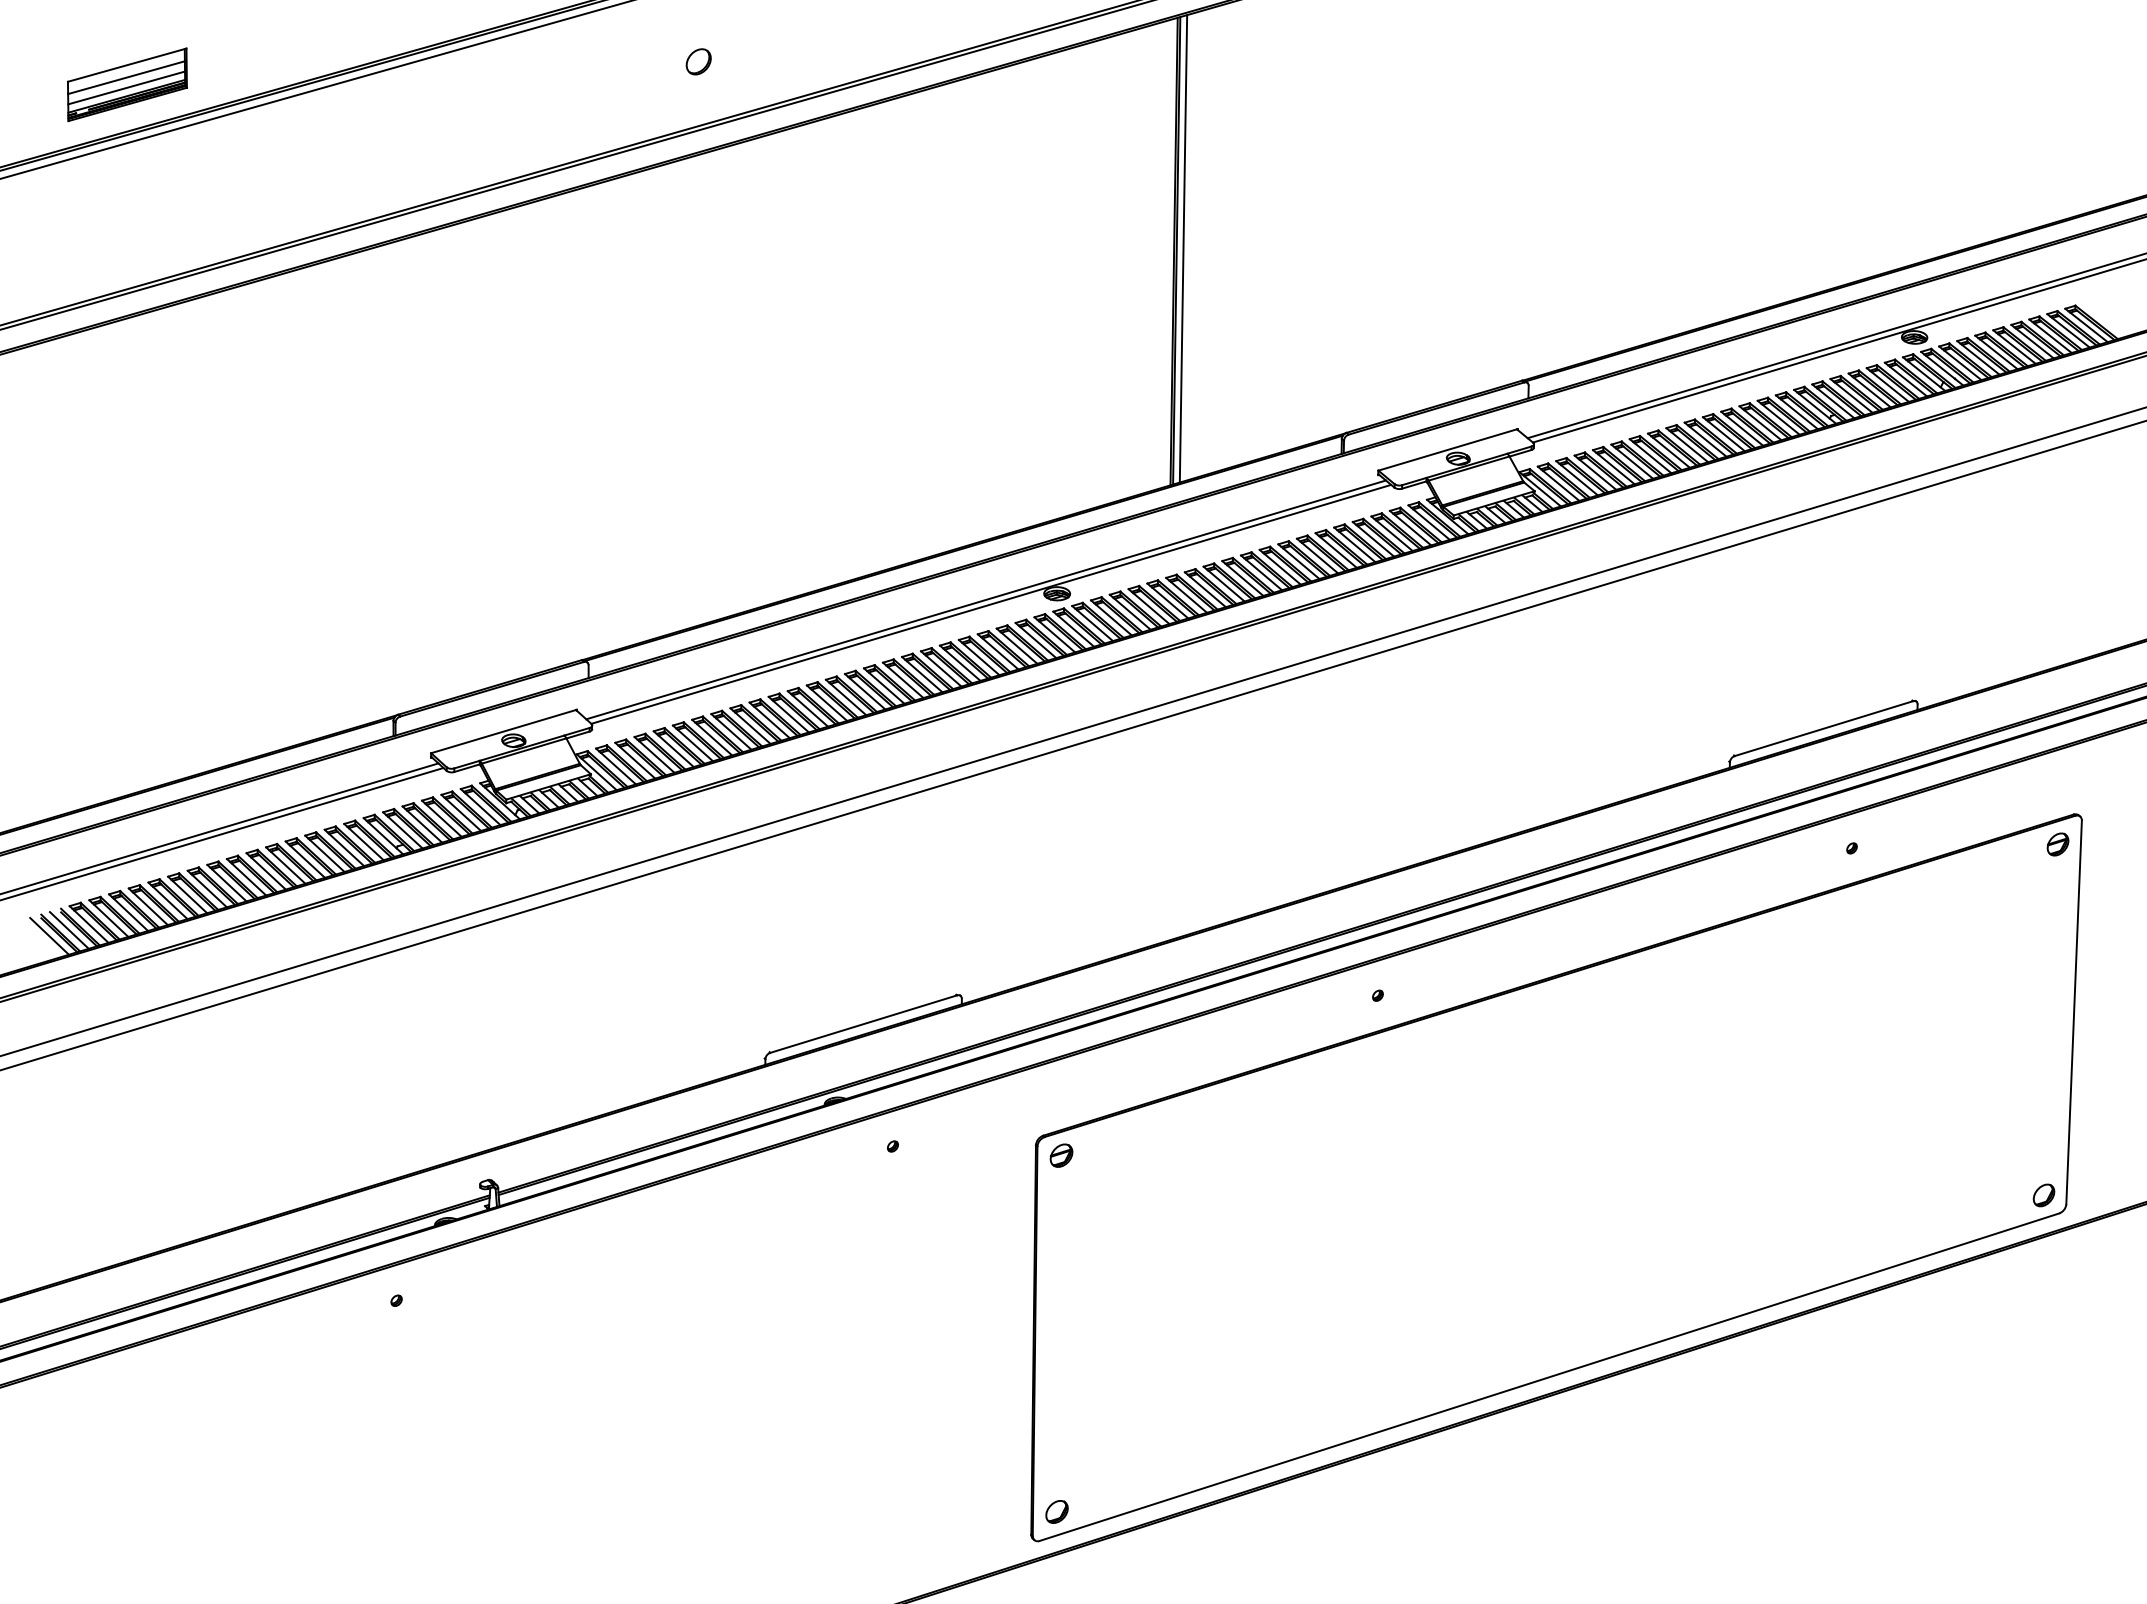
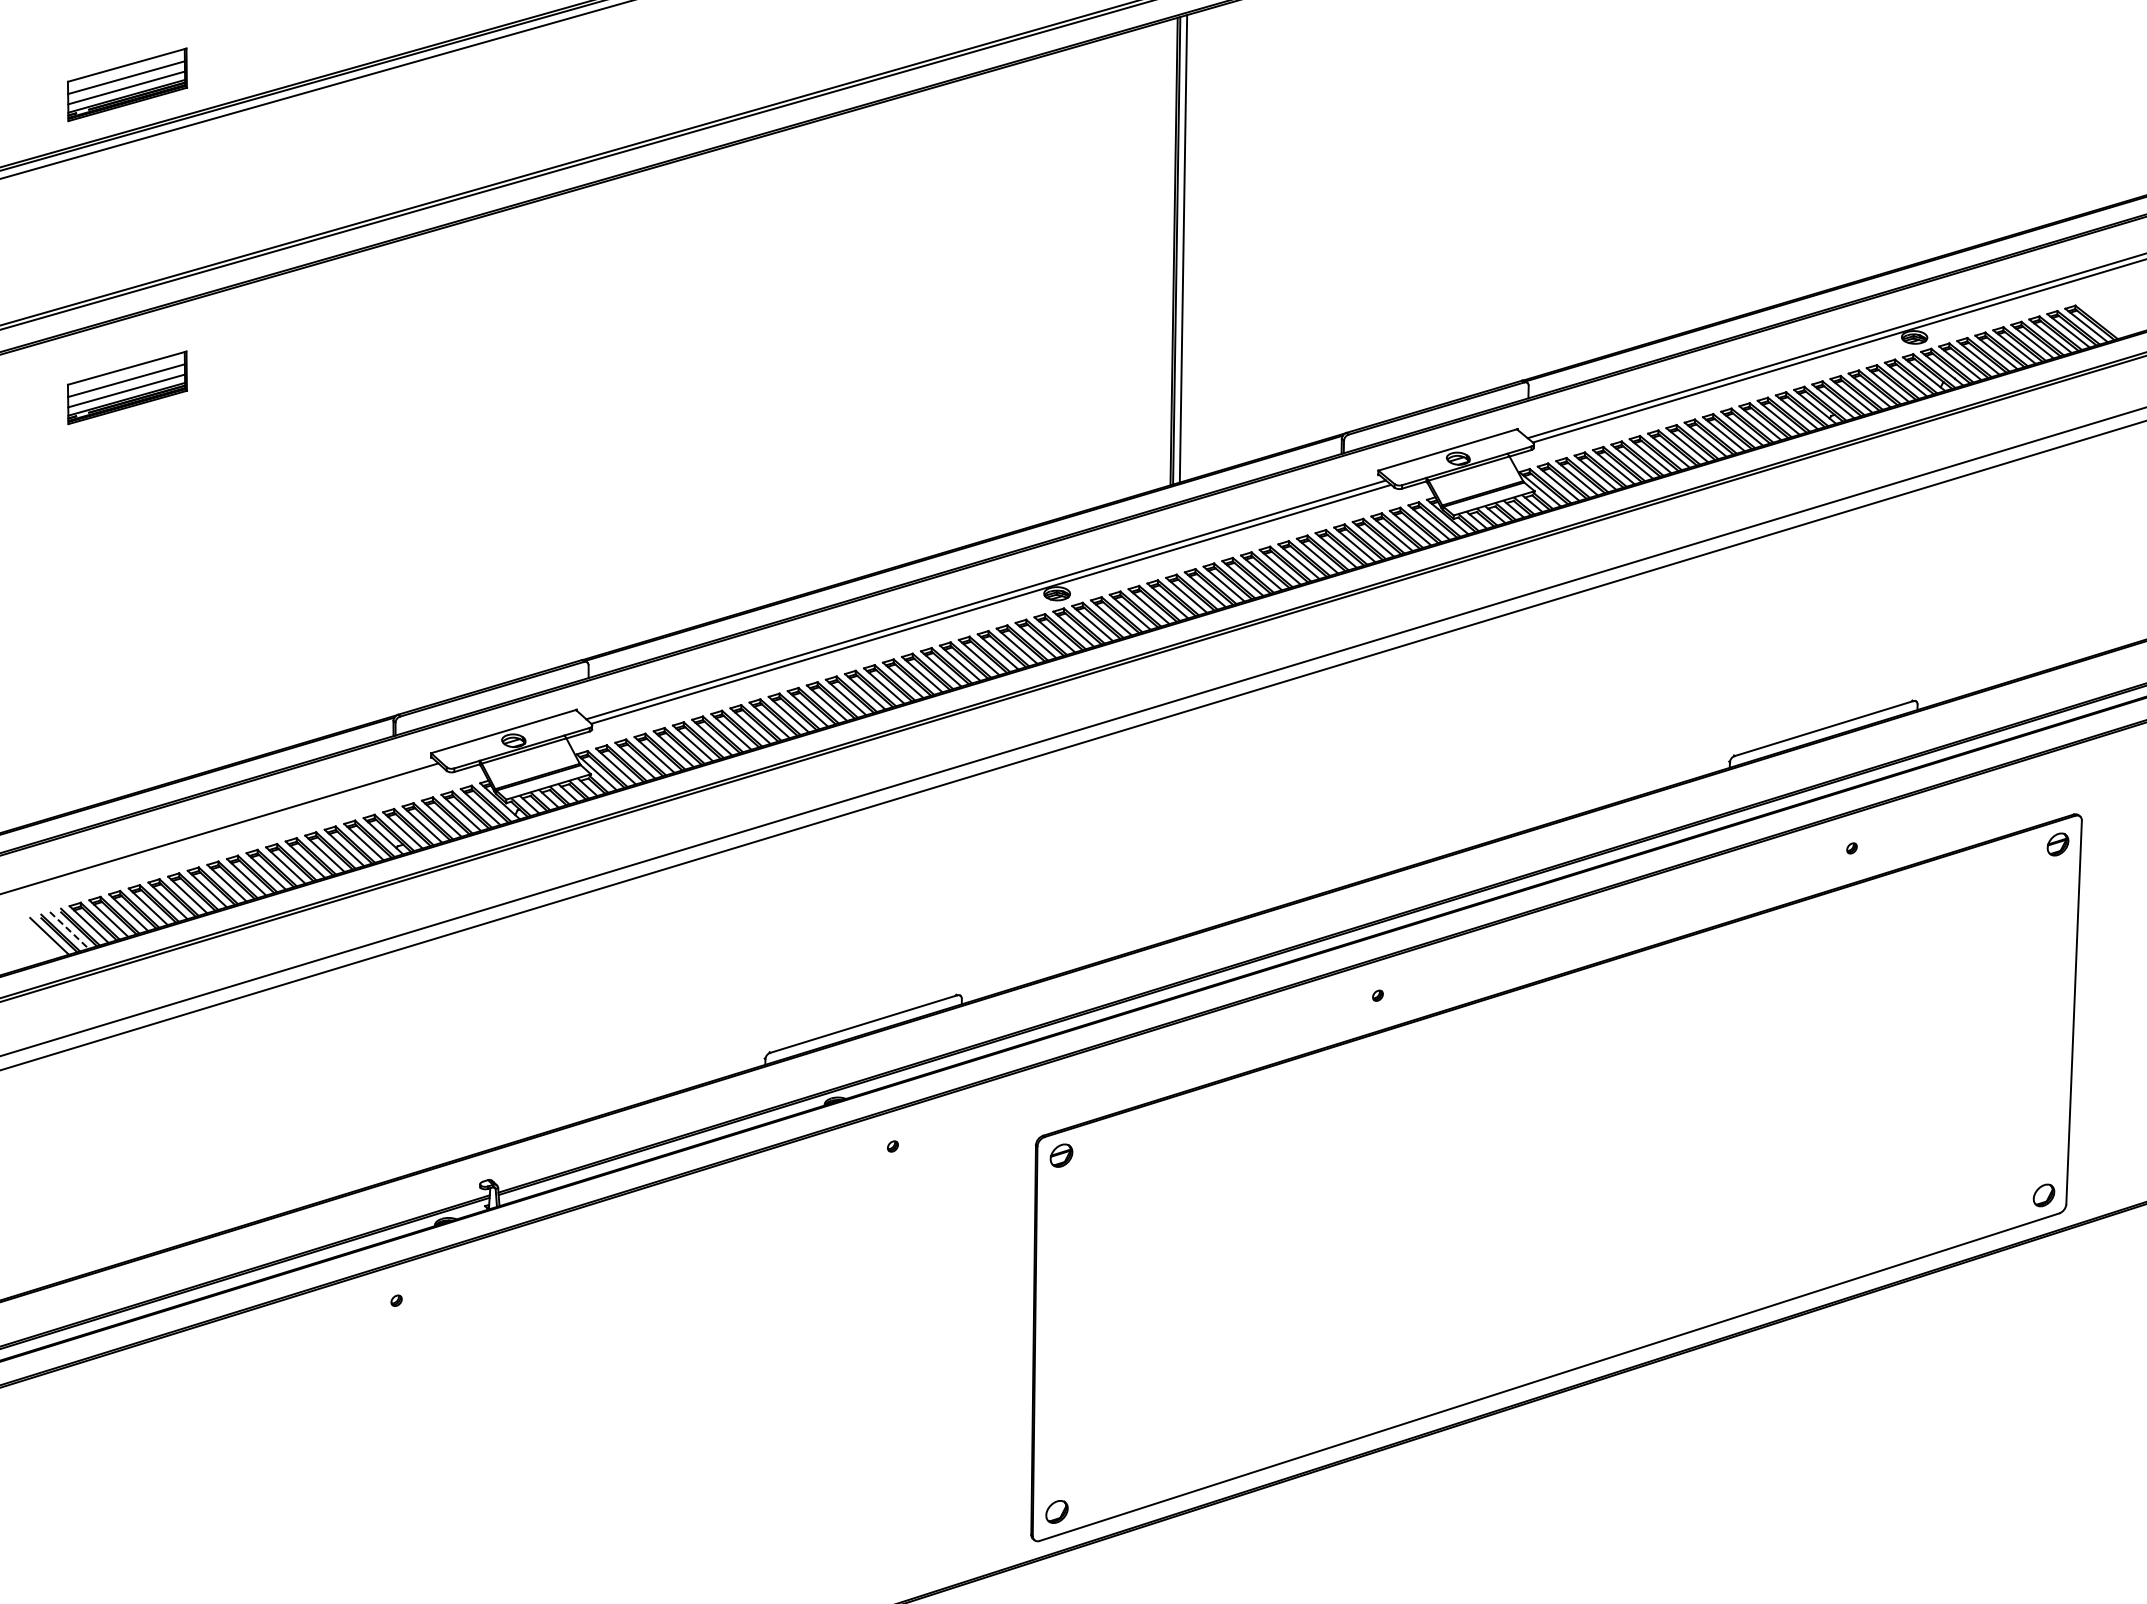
part at (698, 61): present -> none
part at (127, 387): none -> present
line at (222, 833): present -> none
line at (69, 930): solid -> dashed
